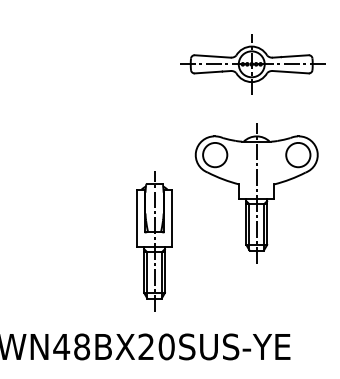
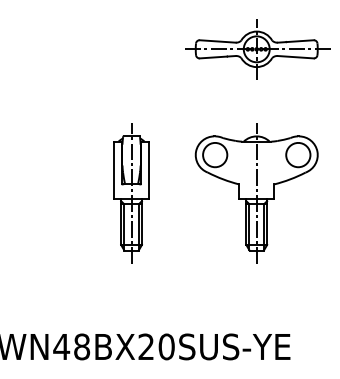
part at (252, 64) position: (252, 64) -> (257, 49)
part at (154, 241) position: (154, 241) -> (131, 193)
